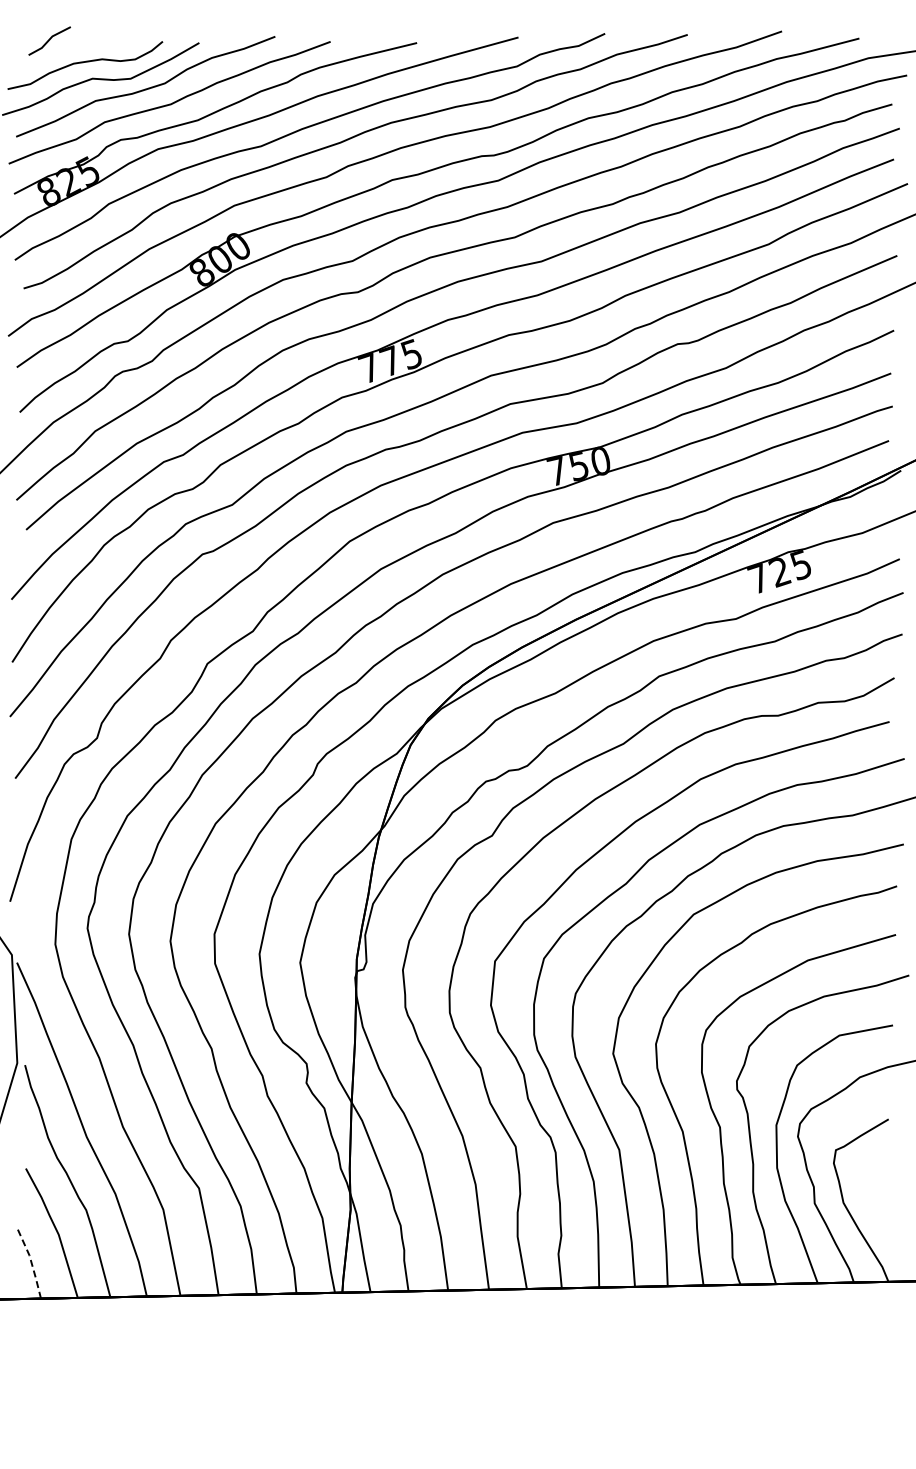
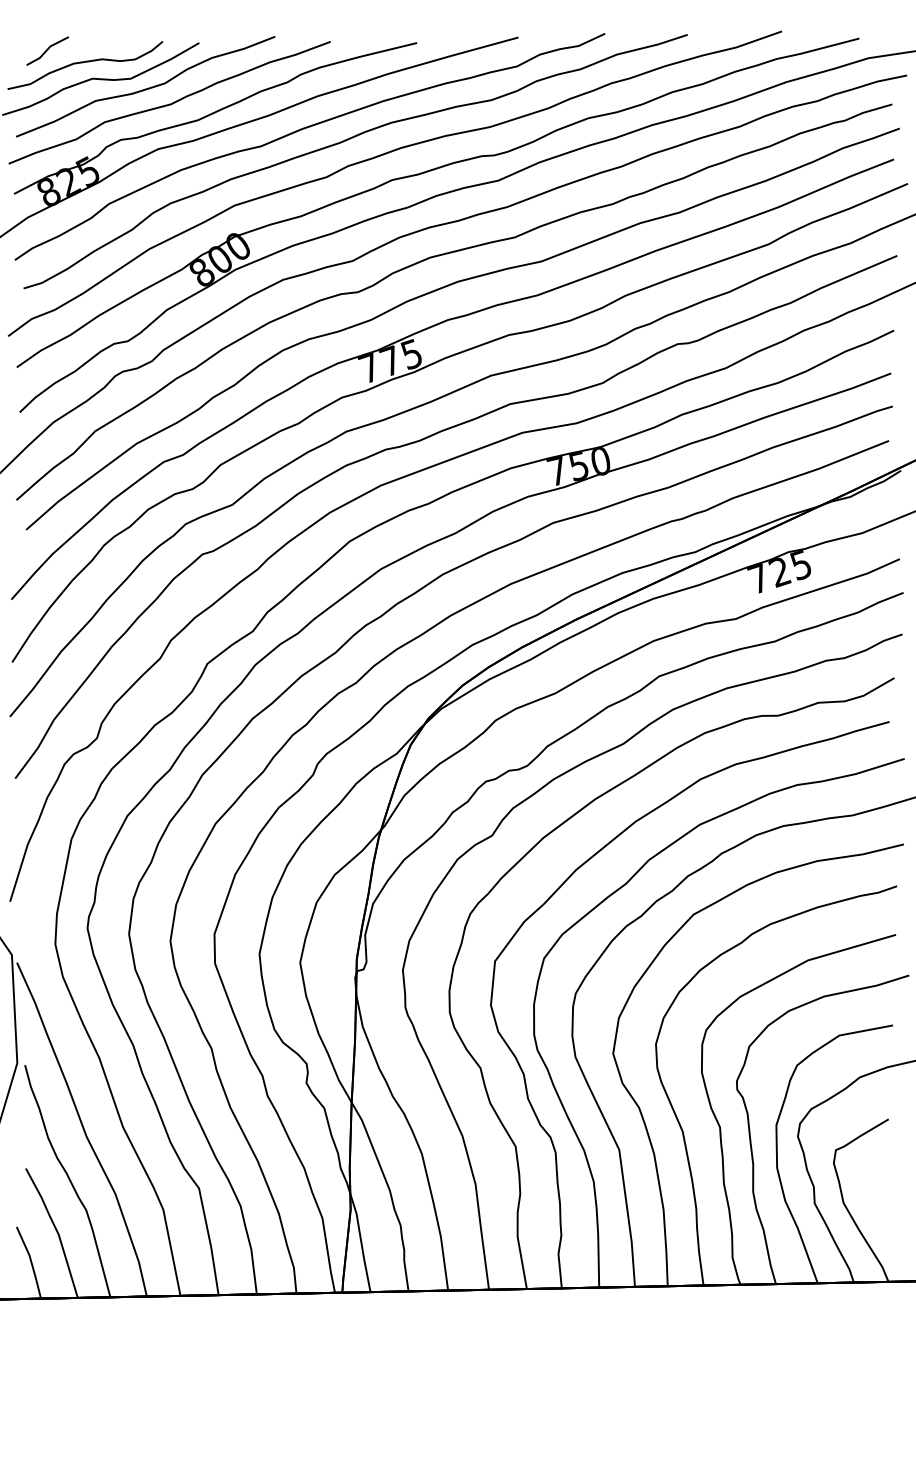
line at (49, 40) position: (49, 40) -> (47, 50)
line at (31, 1261): dashed -> solid
